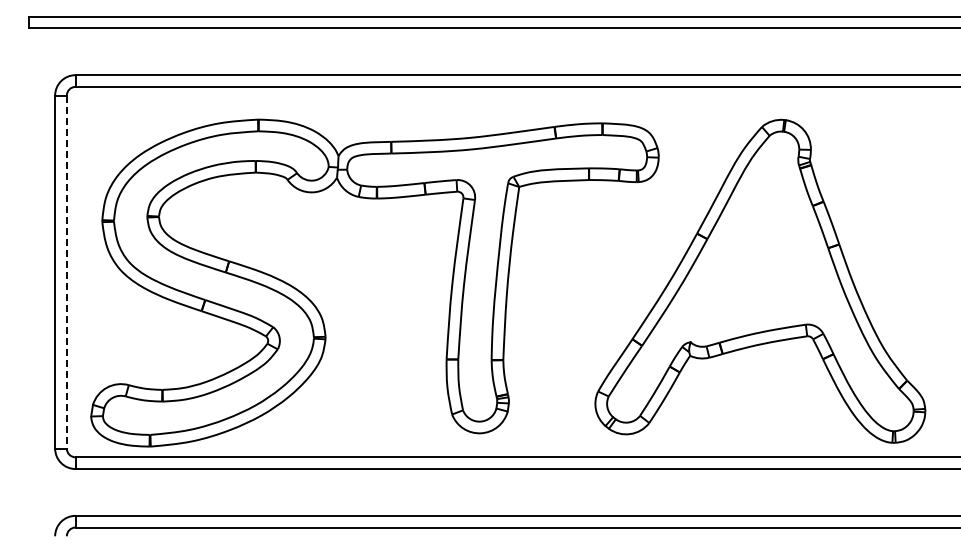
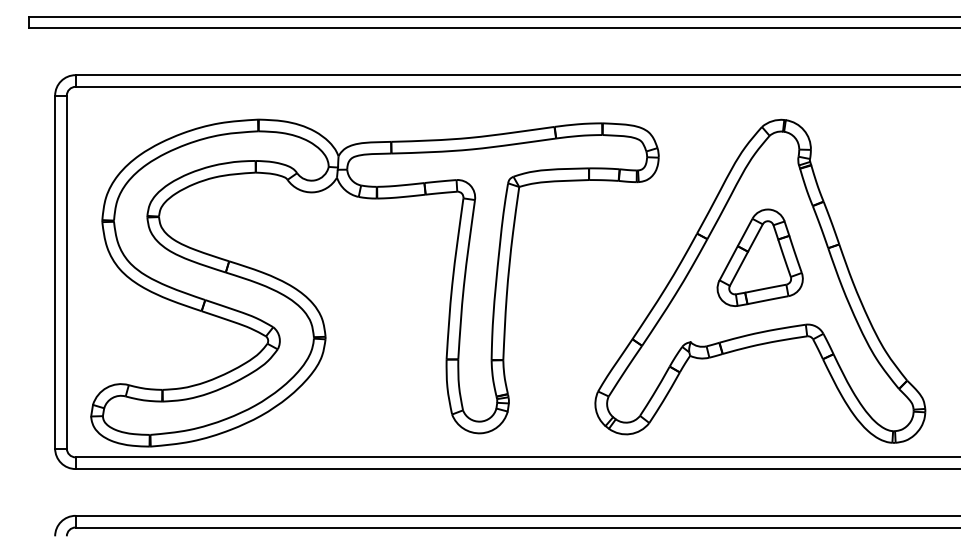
part at (759, 257): none -> present
line at (66, 272): dashed -> solid
